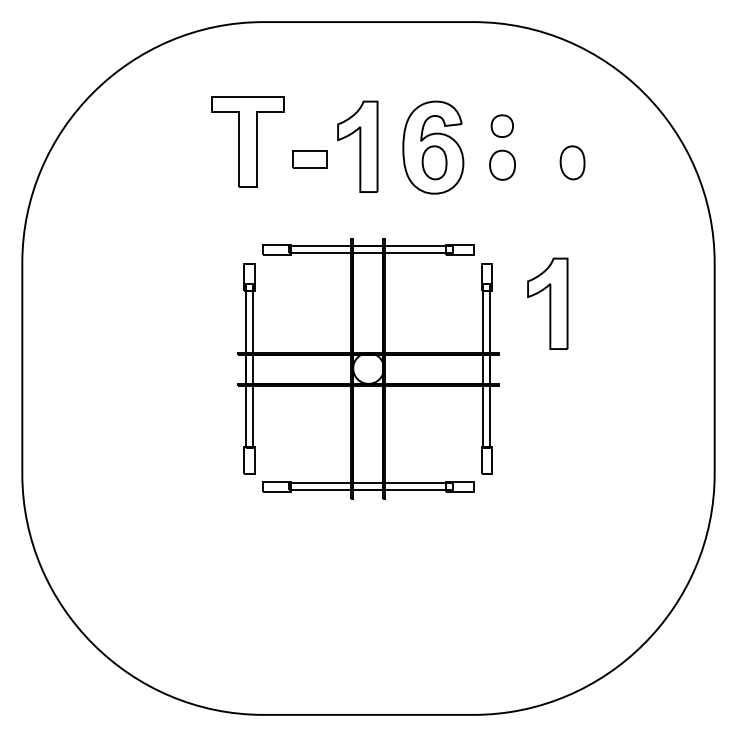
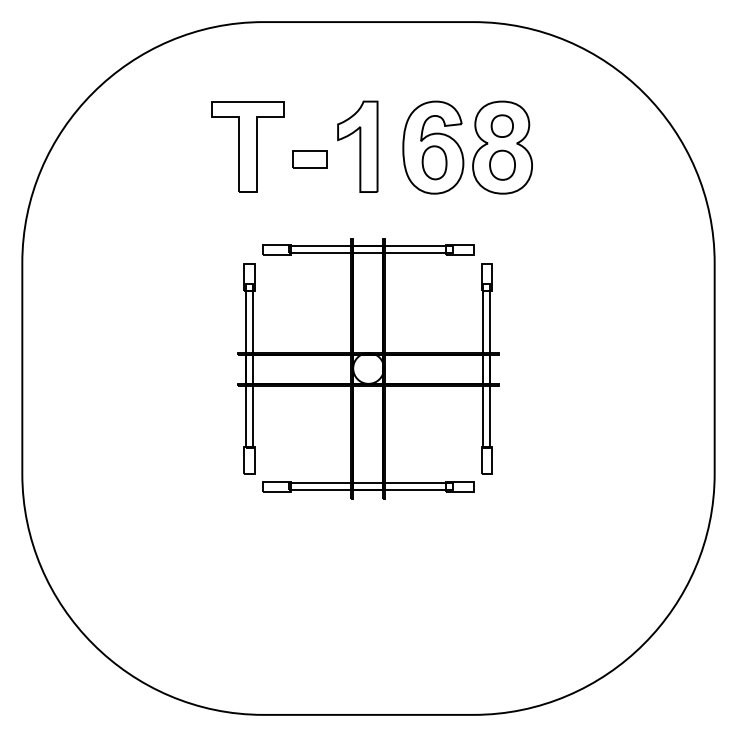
part at (247, 141) position: (247, 141) -> (247, 146)
part at (502, 147): none -> present
part at (572, 162): present -> none
part at (547, 303): present -> none
